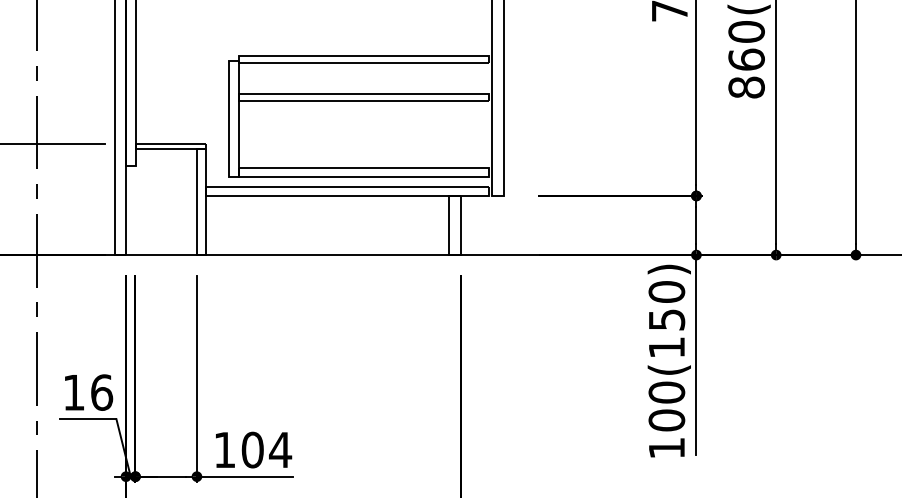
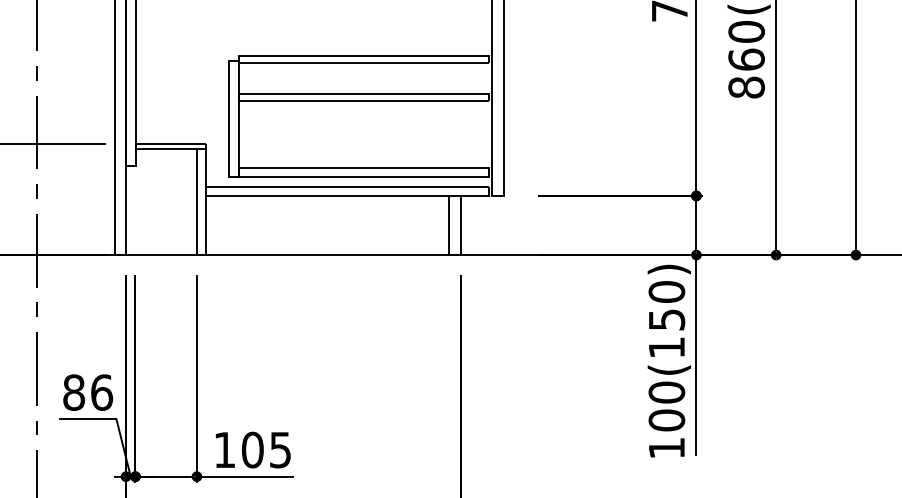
text at (74, 392): 16 -> 86
text at (280, 450): 104 -> 105
